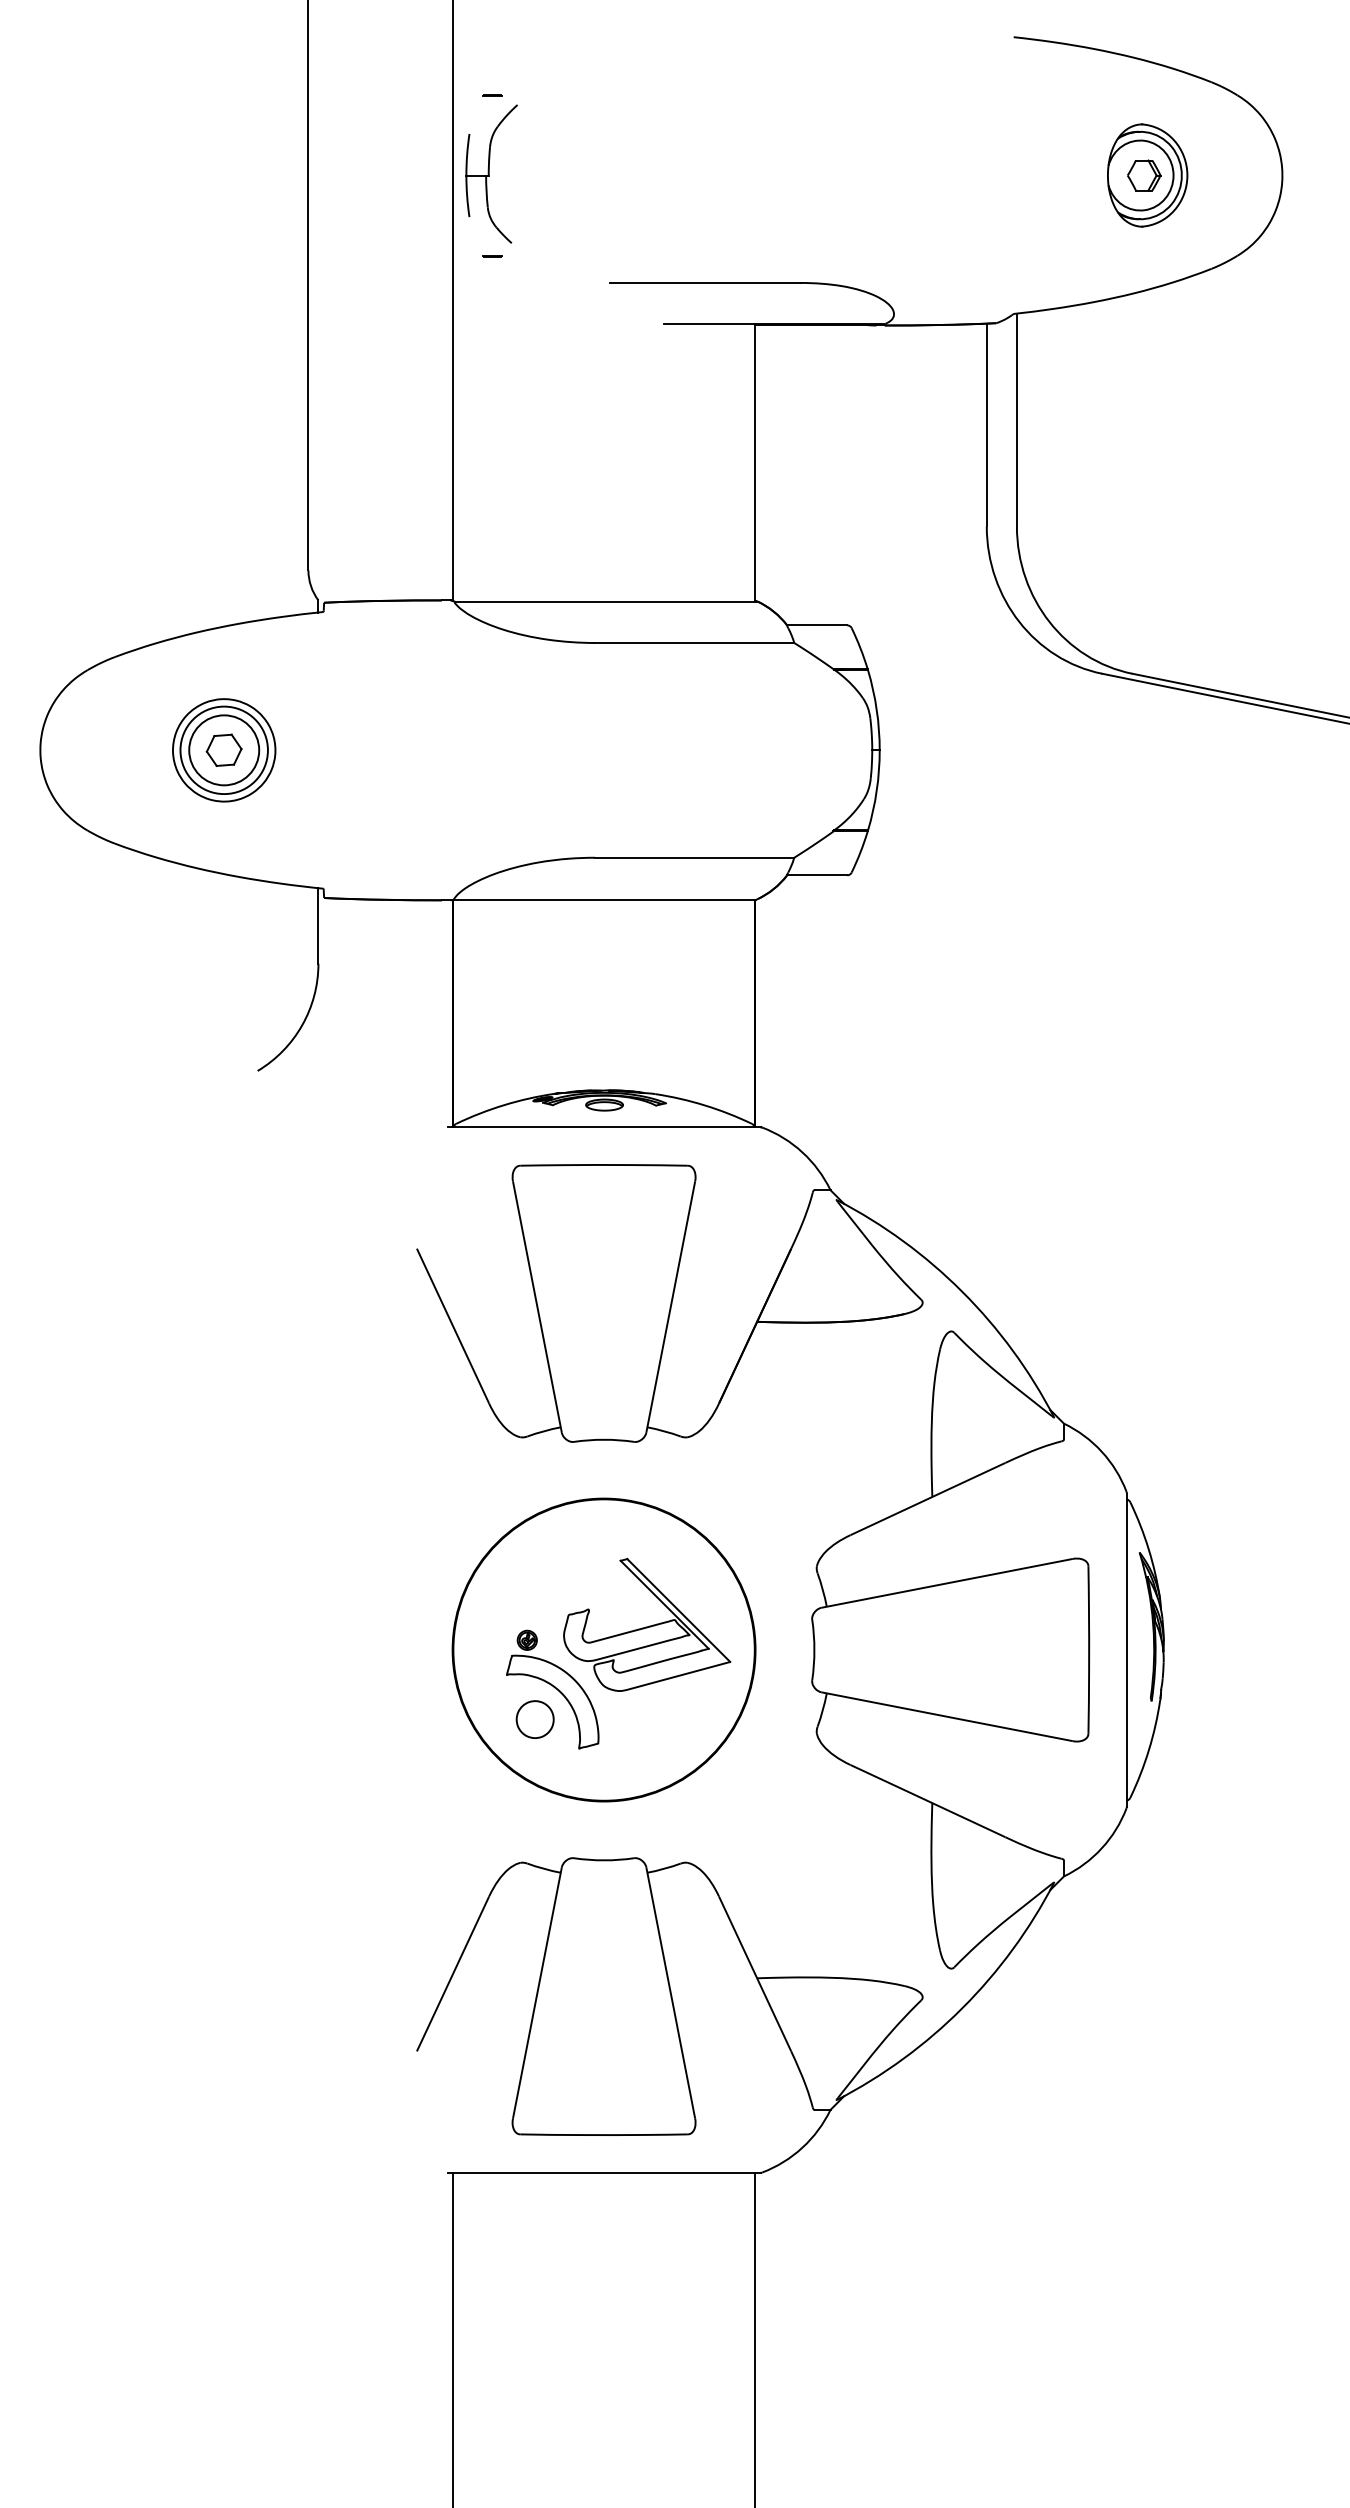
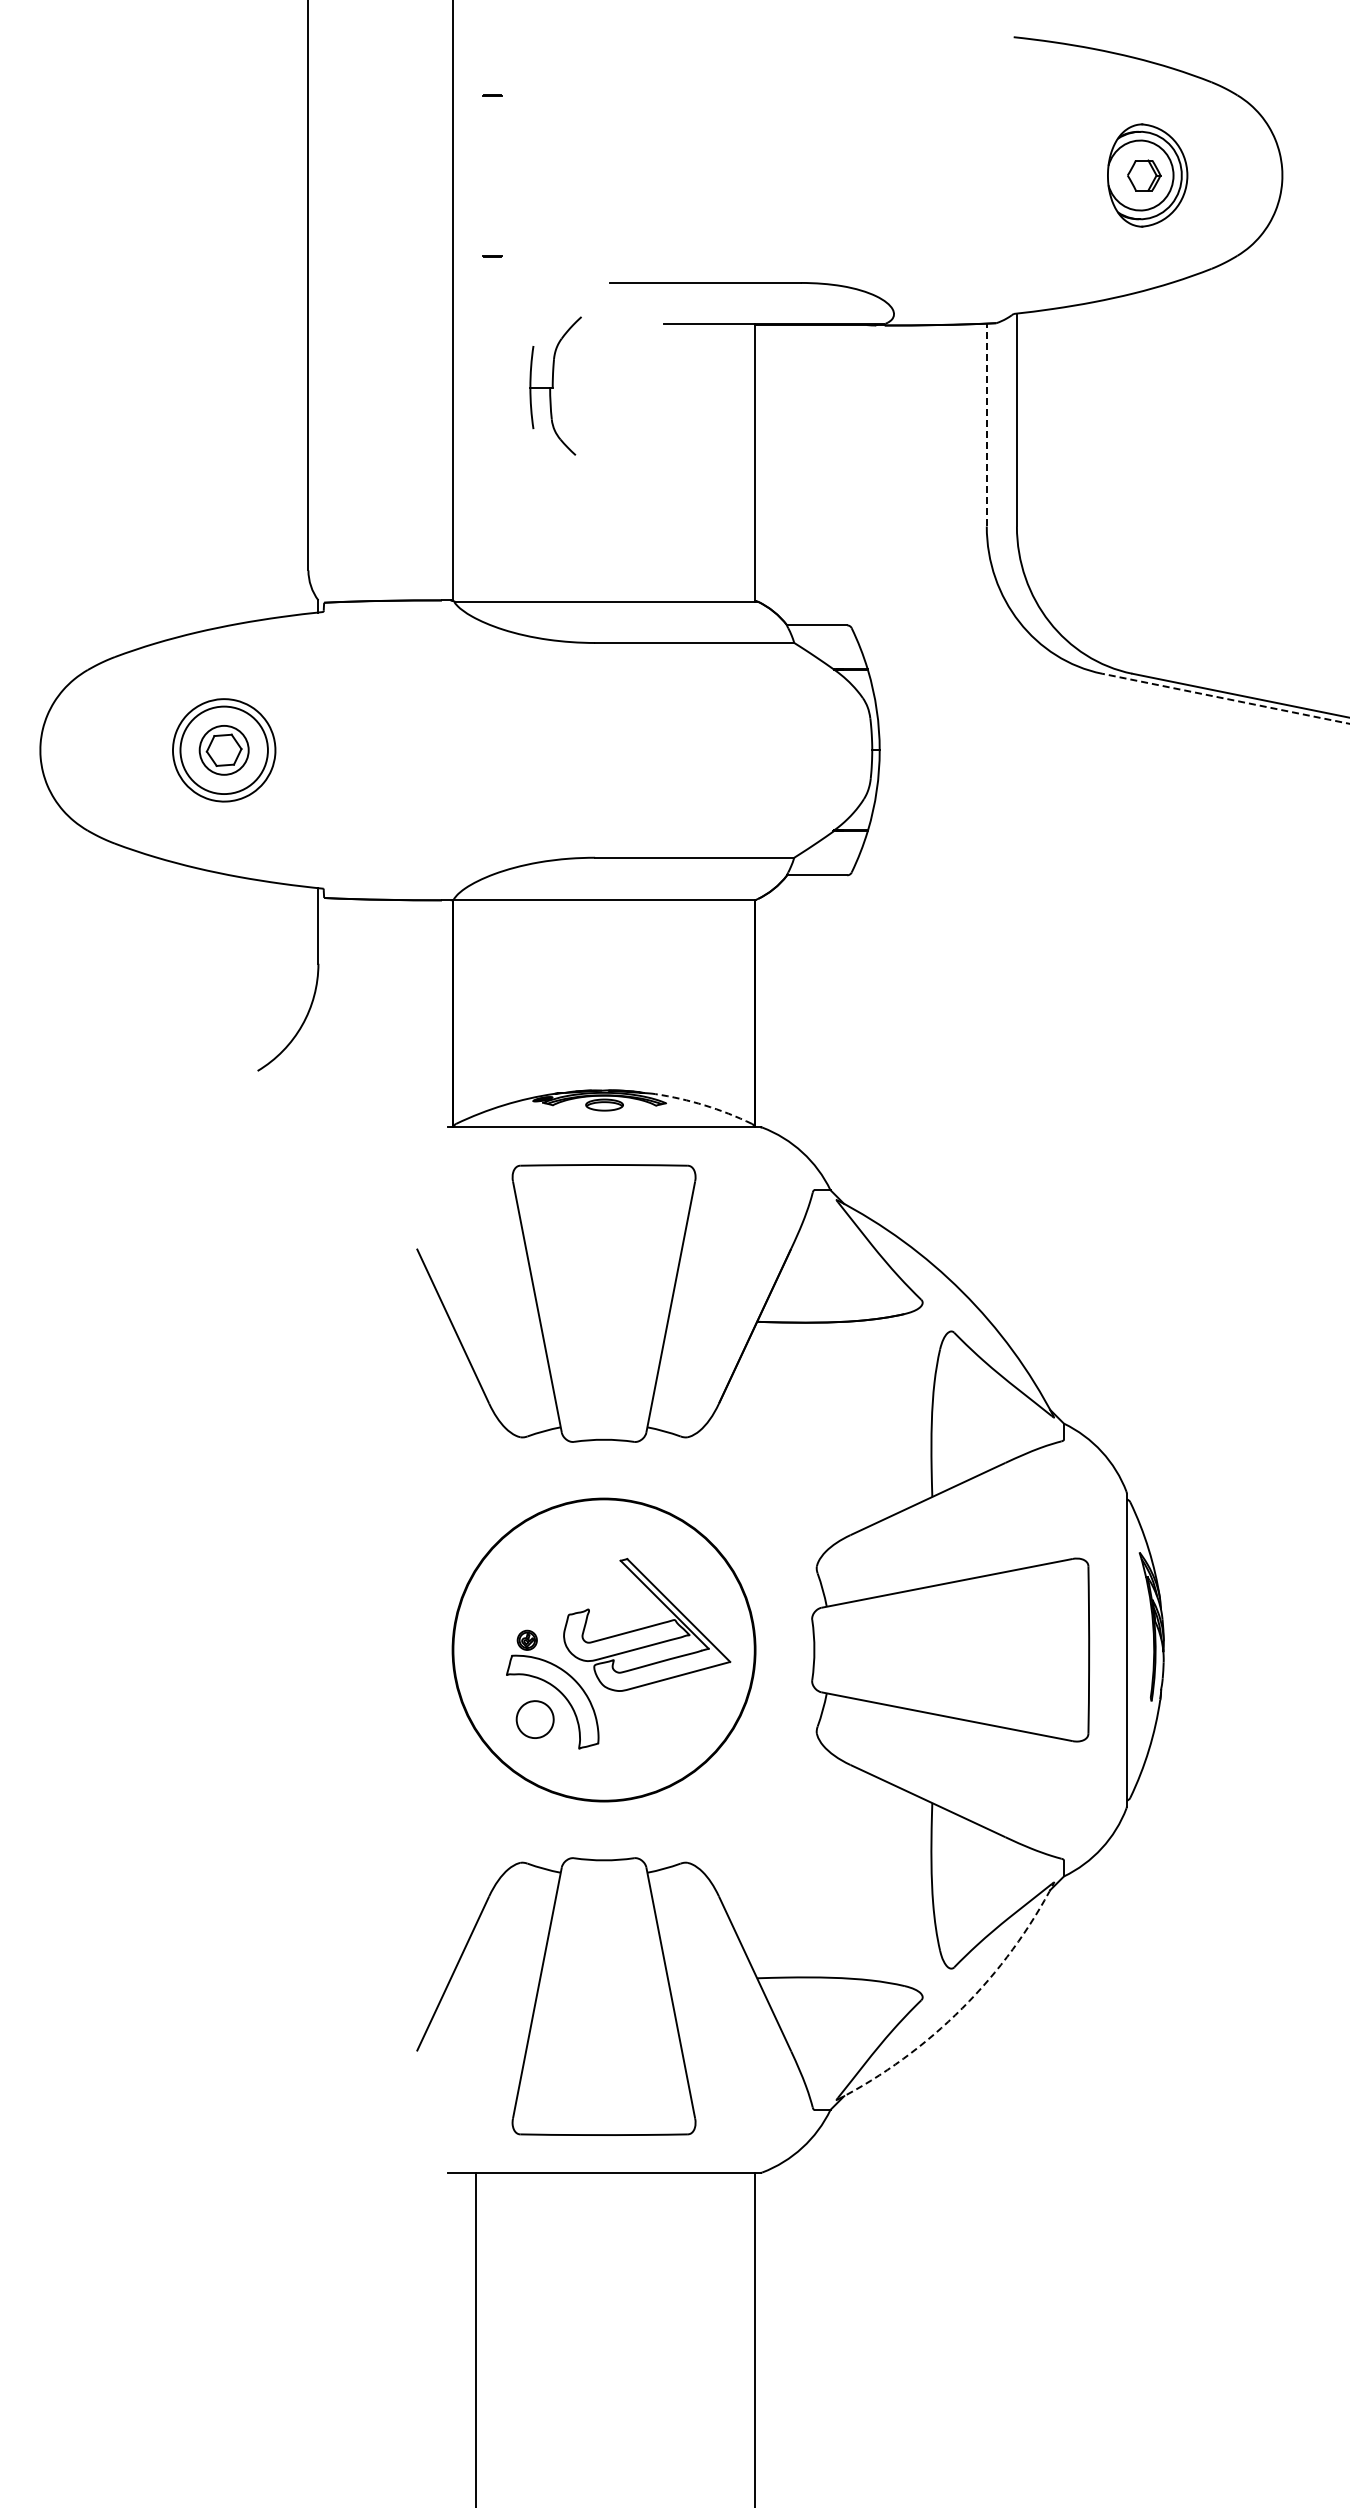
part at (491, 173) position: (491, 173) -> (555, 385)
line at (986, 424): solid -> dashed
line at (1225, 698): solid -> dashed
circle at (224, 750) diameter: 70 px -> 49 px
arc at (704, 1105): solid -> dashed
arc at (962, 2008): solid -> dashed
line at (453, 2338) position: (453, 2338) -> (476, 2338)
